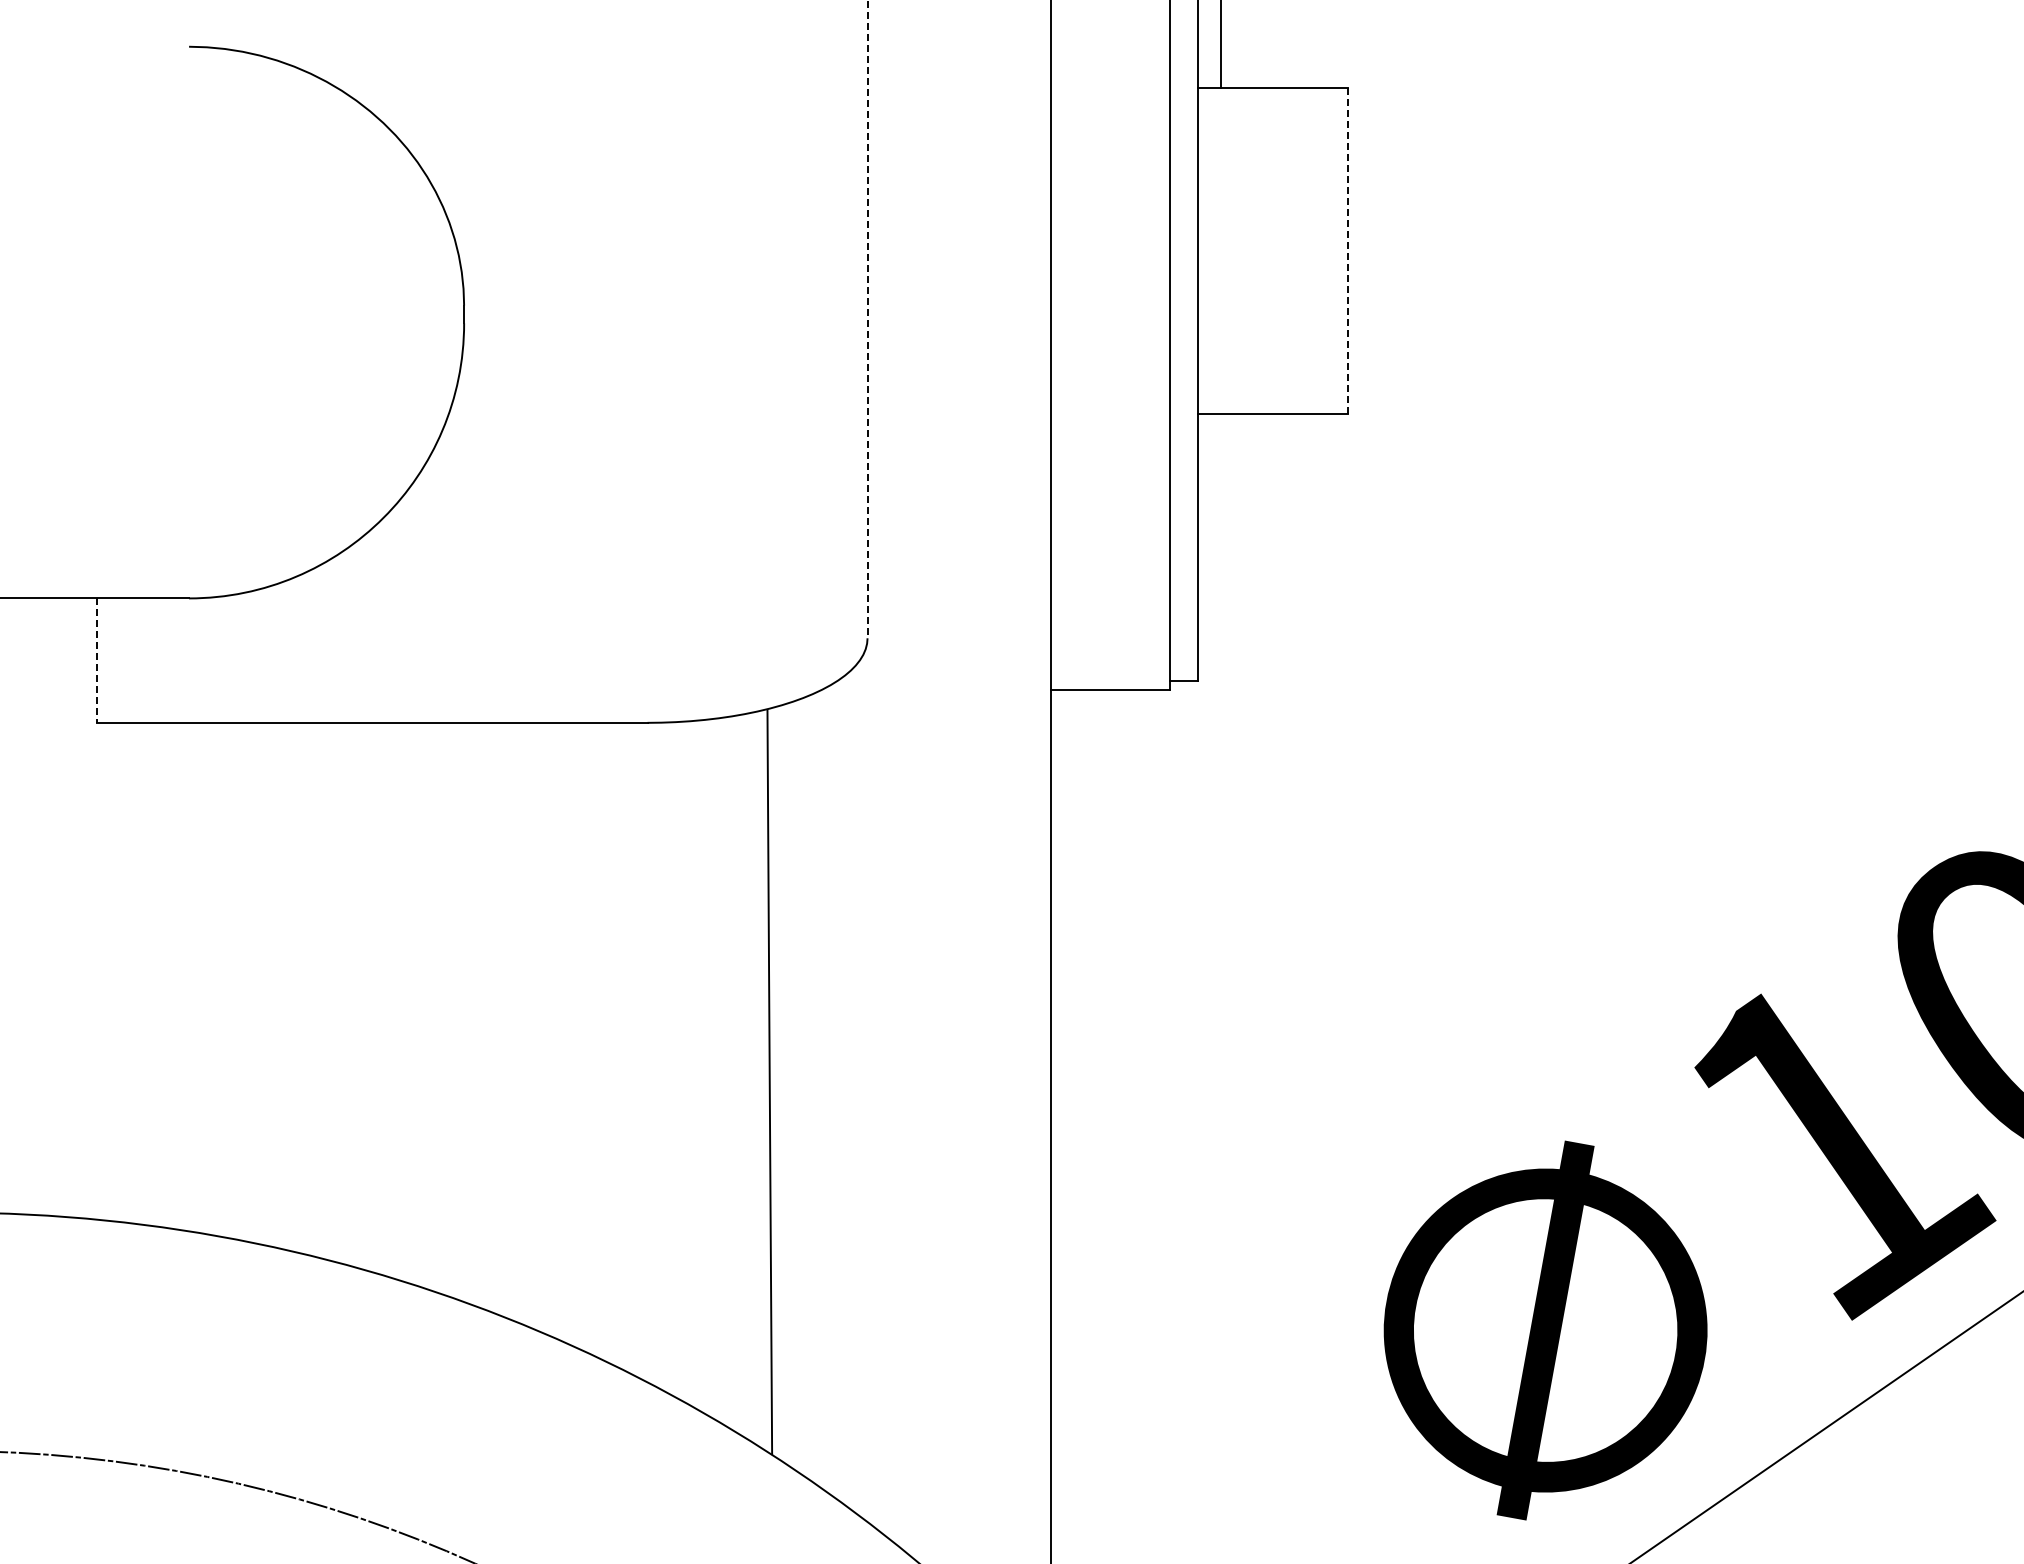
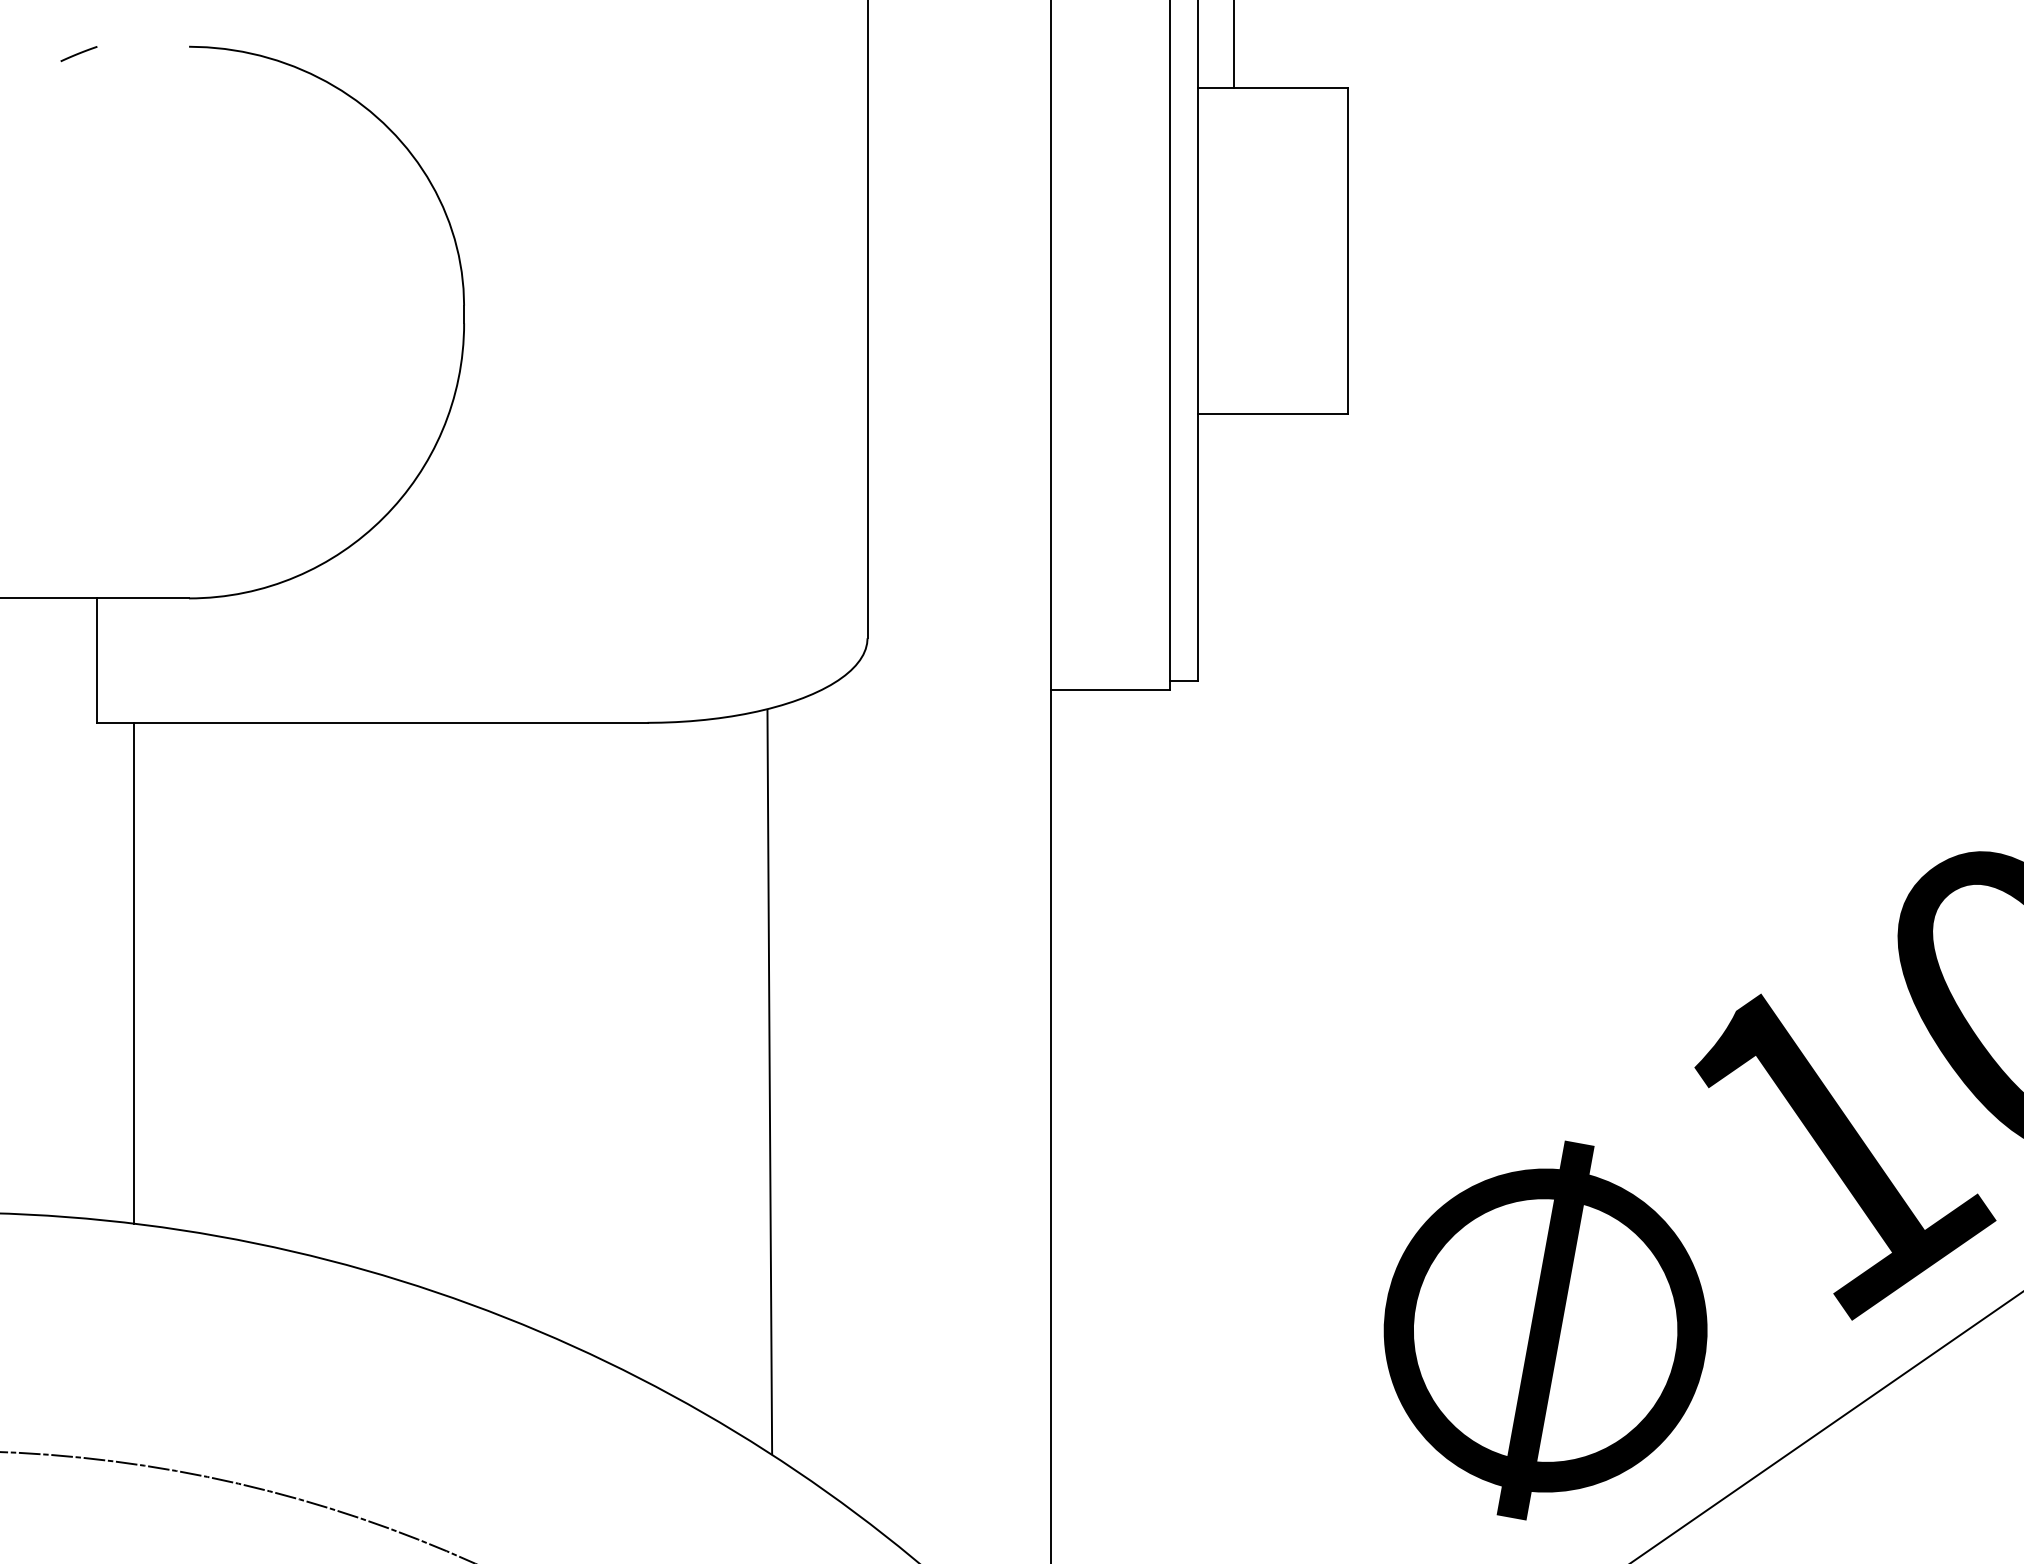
line at (1221, 45) position: (1221, 45) -> (1234, 45)
line at (78, 54): none -> present
line at (1348, 251): dashed -> solid
line at (867, 319): dashed -> solid
line at (97, 661): dashed -> solid
line at (134, 972): none -> present
